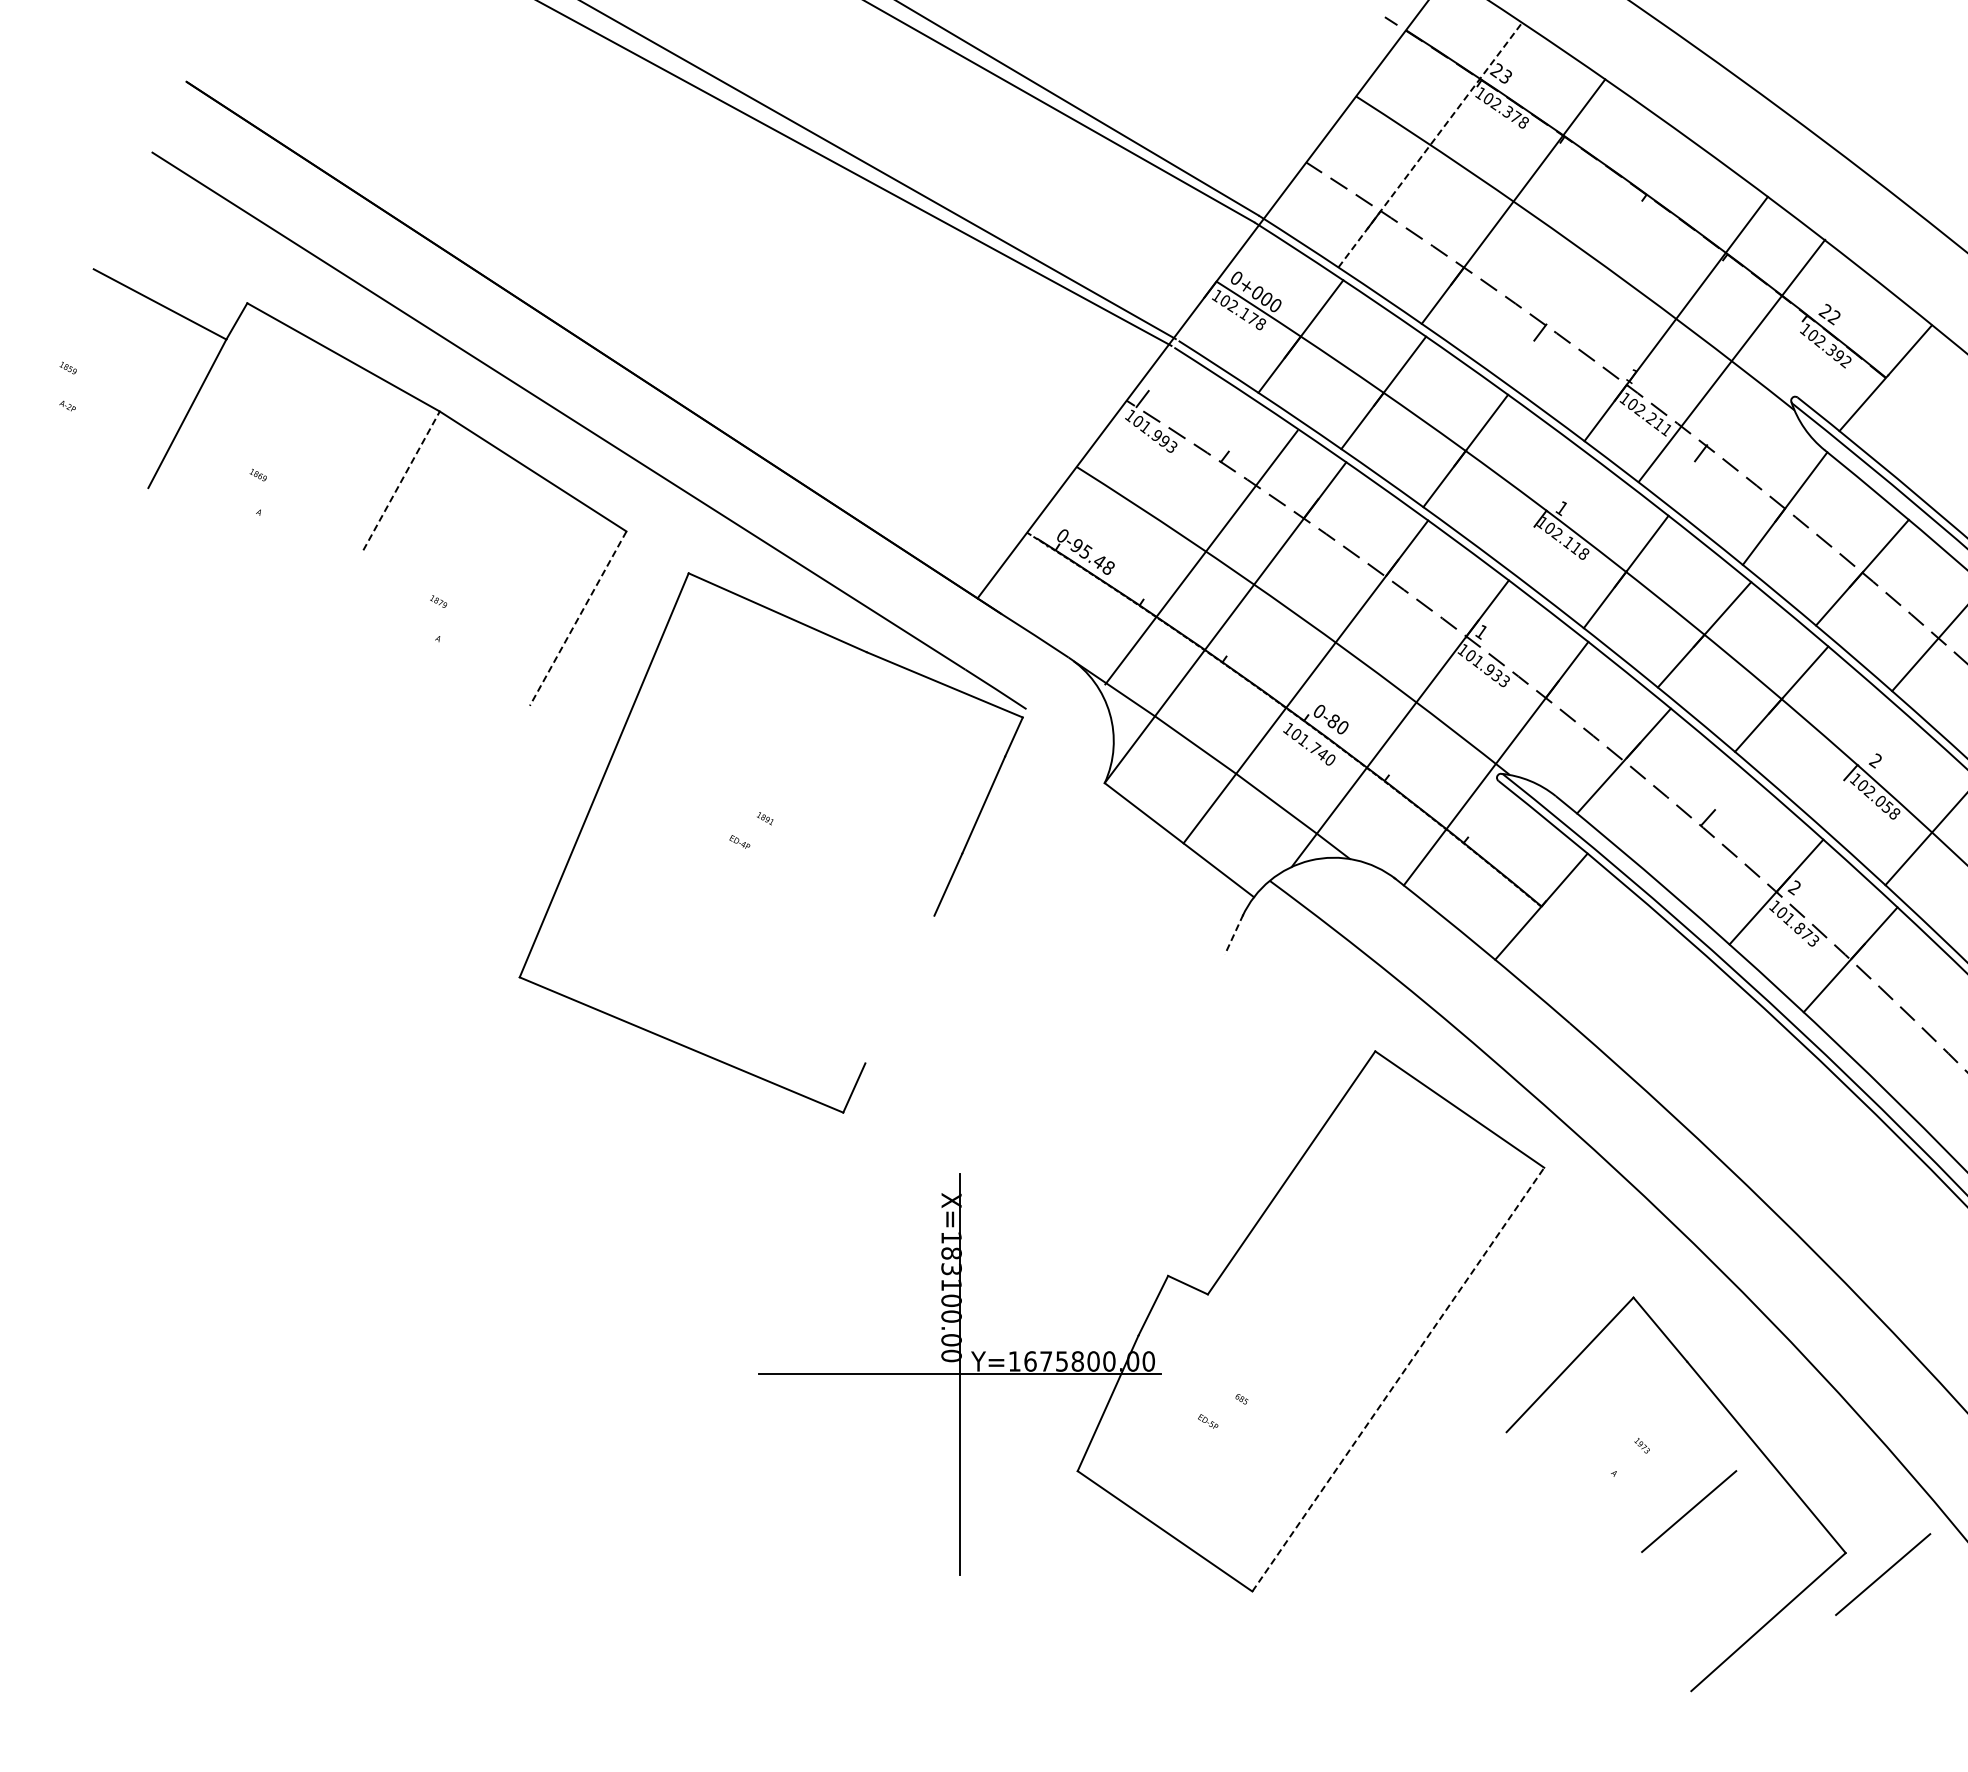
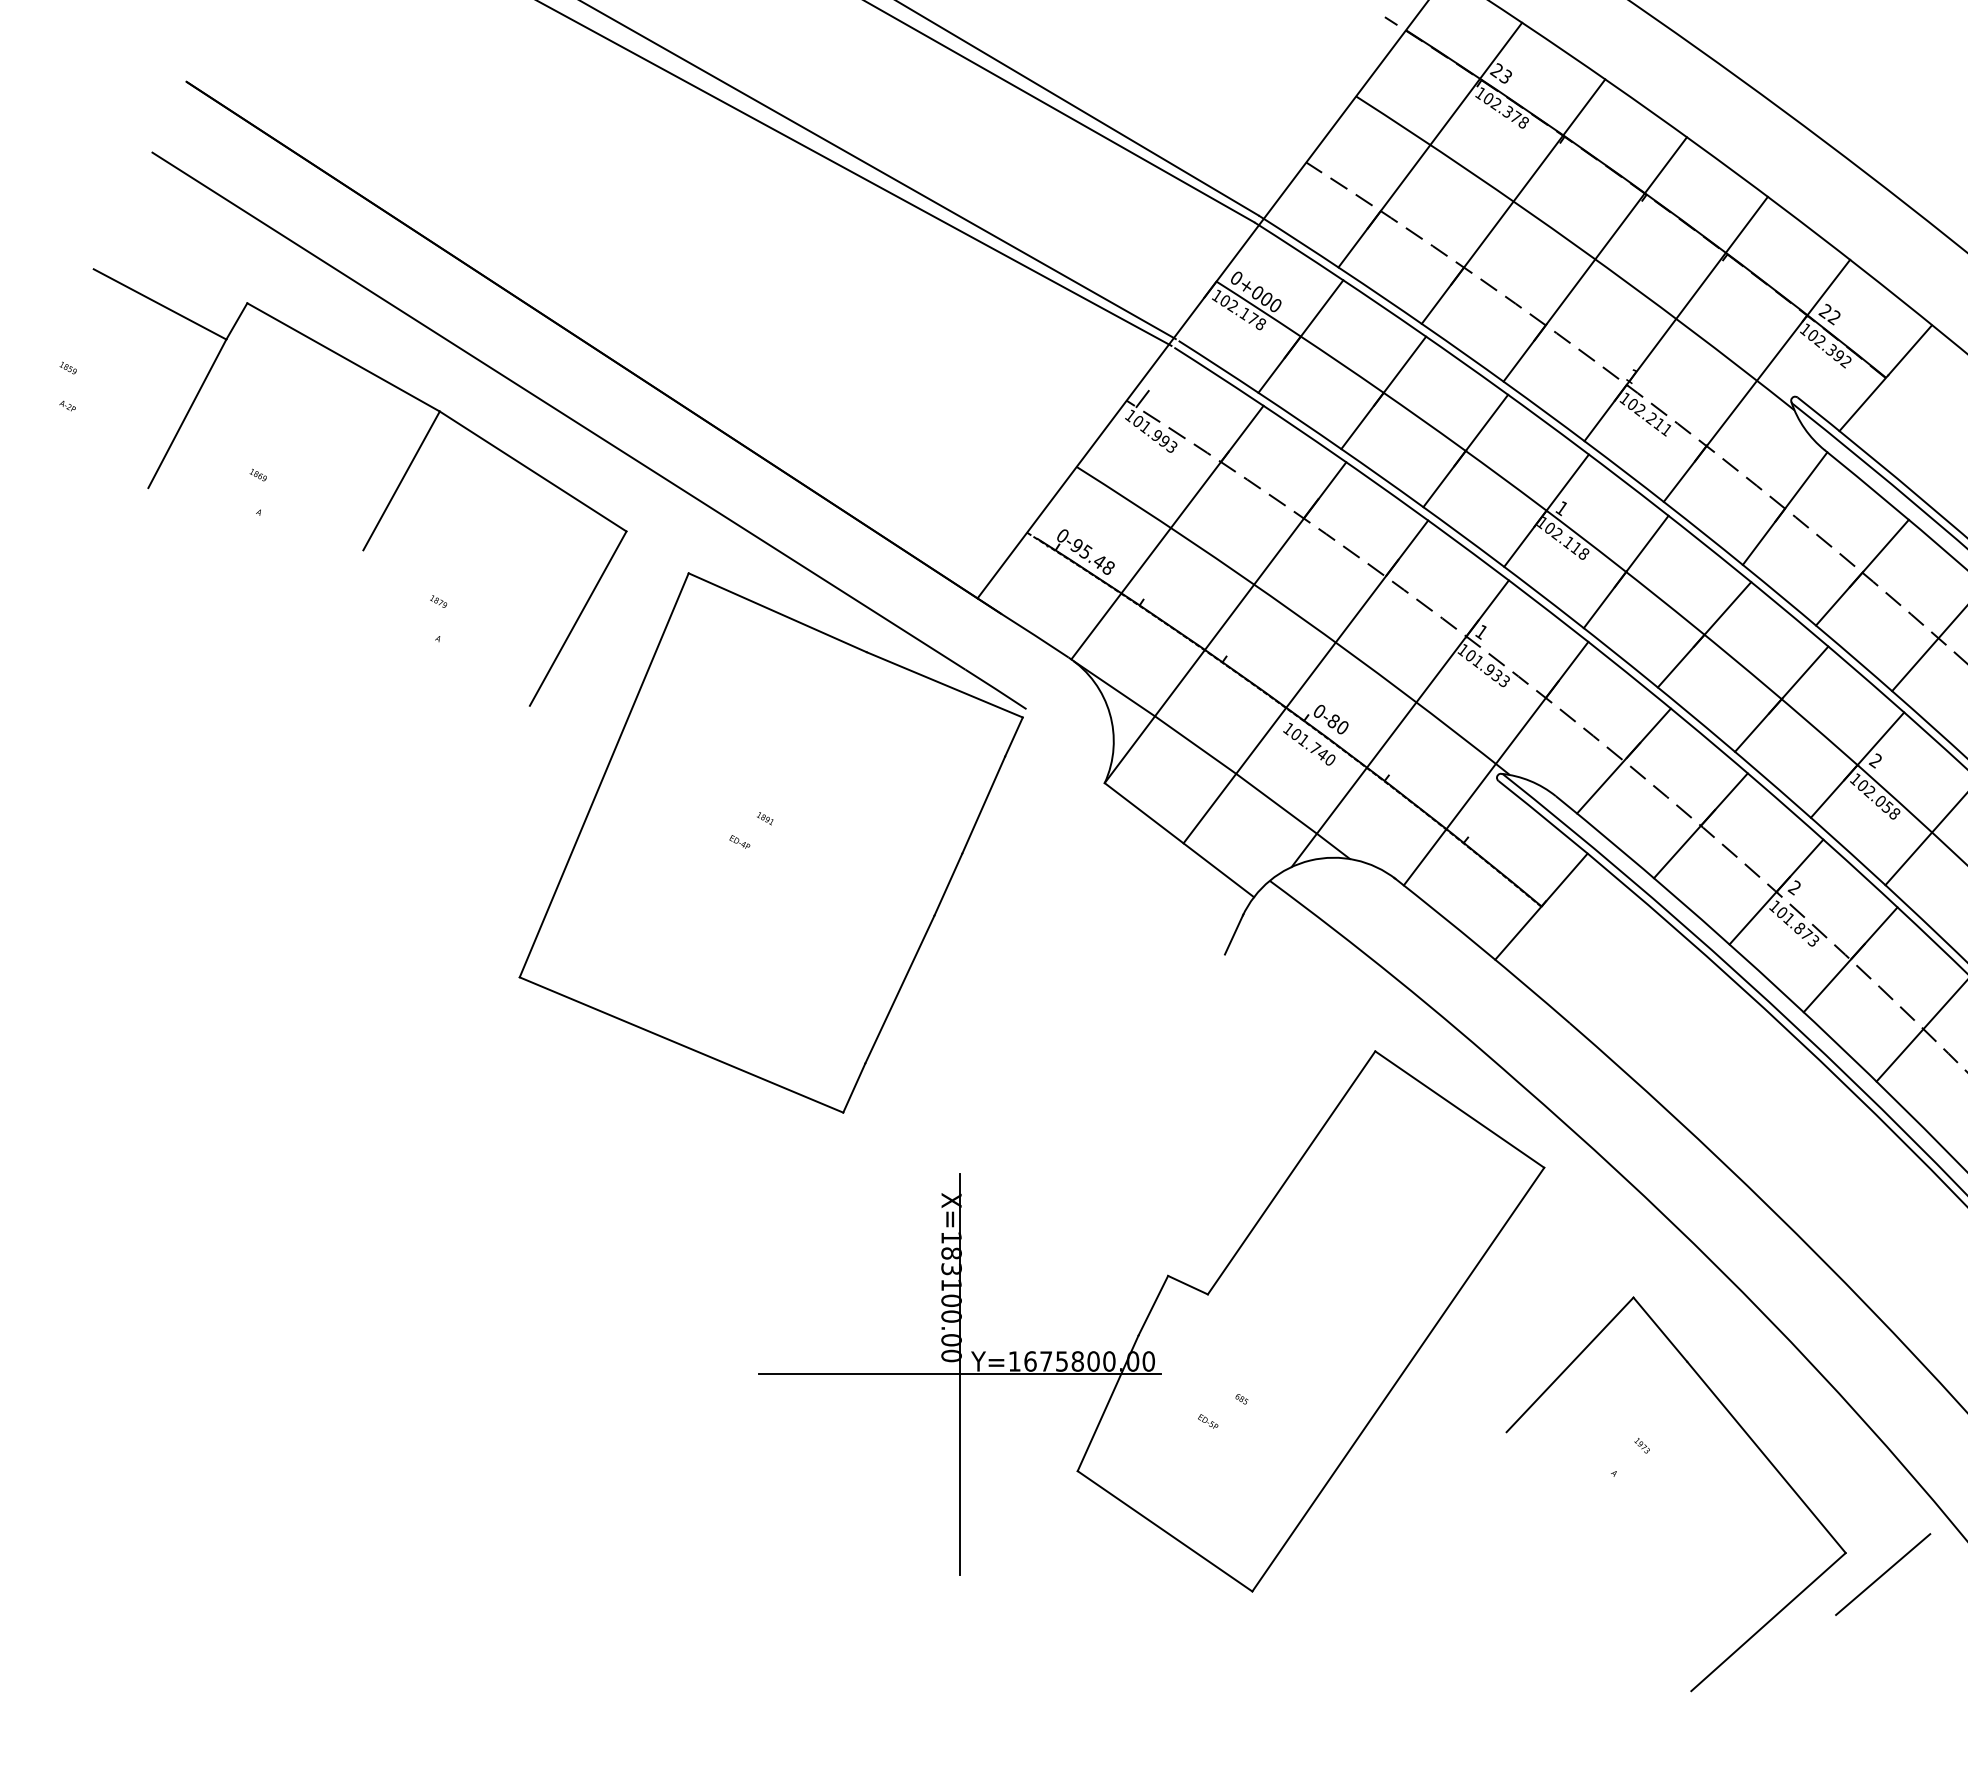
line at (1430, 145): dashed -> solid
line at (1595, 259): none -> present
line at (1731, 360) position: (1731, 360) -> (1756, 380)
line at (401, 480): dashed -> solid
line at (1546, 510): none -> present
line at (1201, 557) position: (1201, 557) -> (1167, 532)
line at (578, 618): dashed -> solid
line at (1857, 764): none -> present
line at (1700, 825): none -> present
line at (1233, 934): dashed -> solid
line at (899, 989): none -> present
line at (1920, 1032): none -> present
line at (1398, 1379): dashed -> solid
line at (1689, 1511): present -> none
